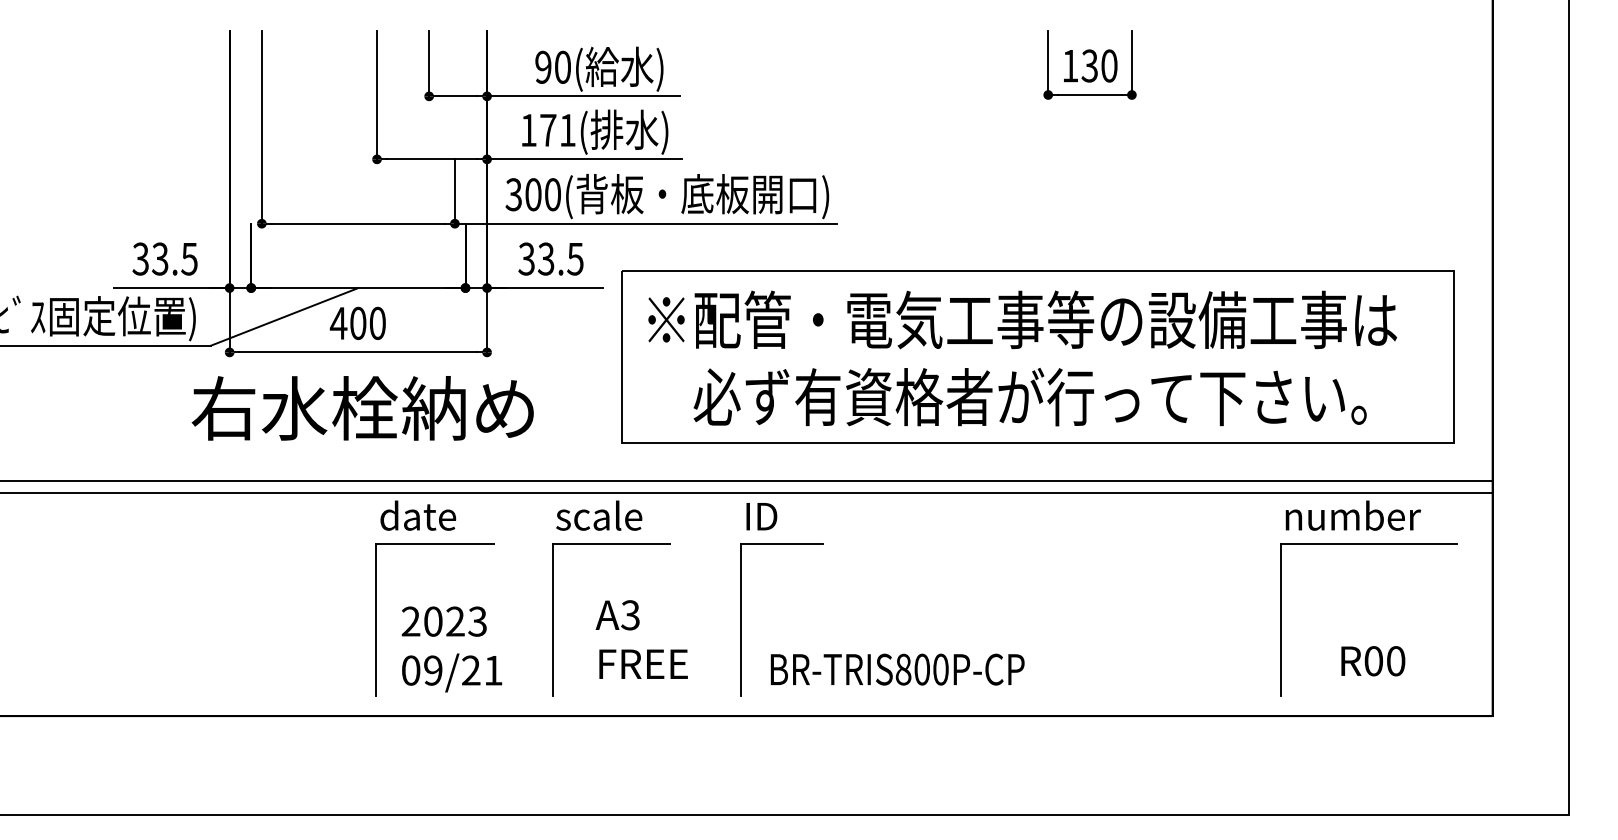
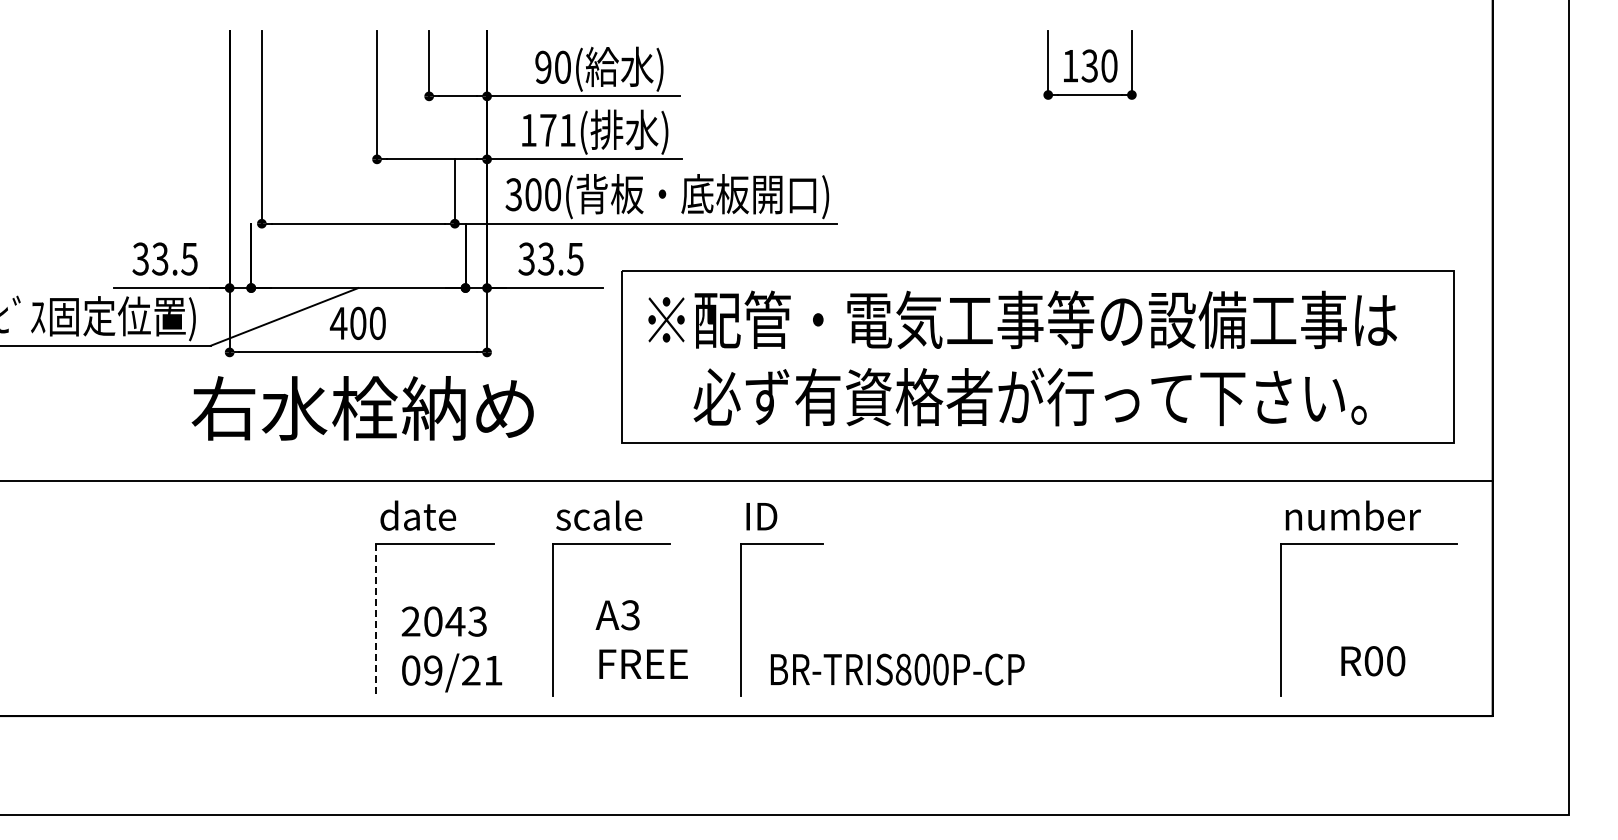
line at (747, 492): present -> none
line at (376, 620): solid -> dashed
text at (455, 621): 2023 -> 2043
